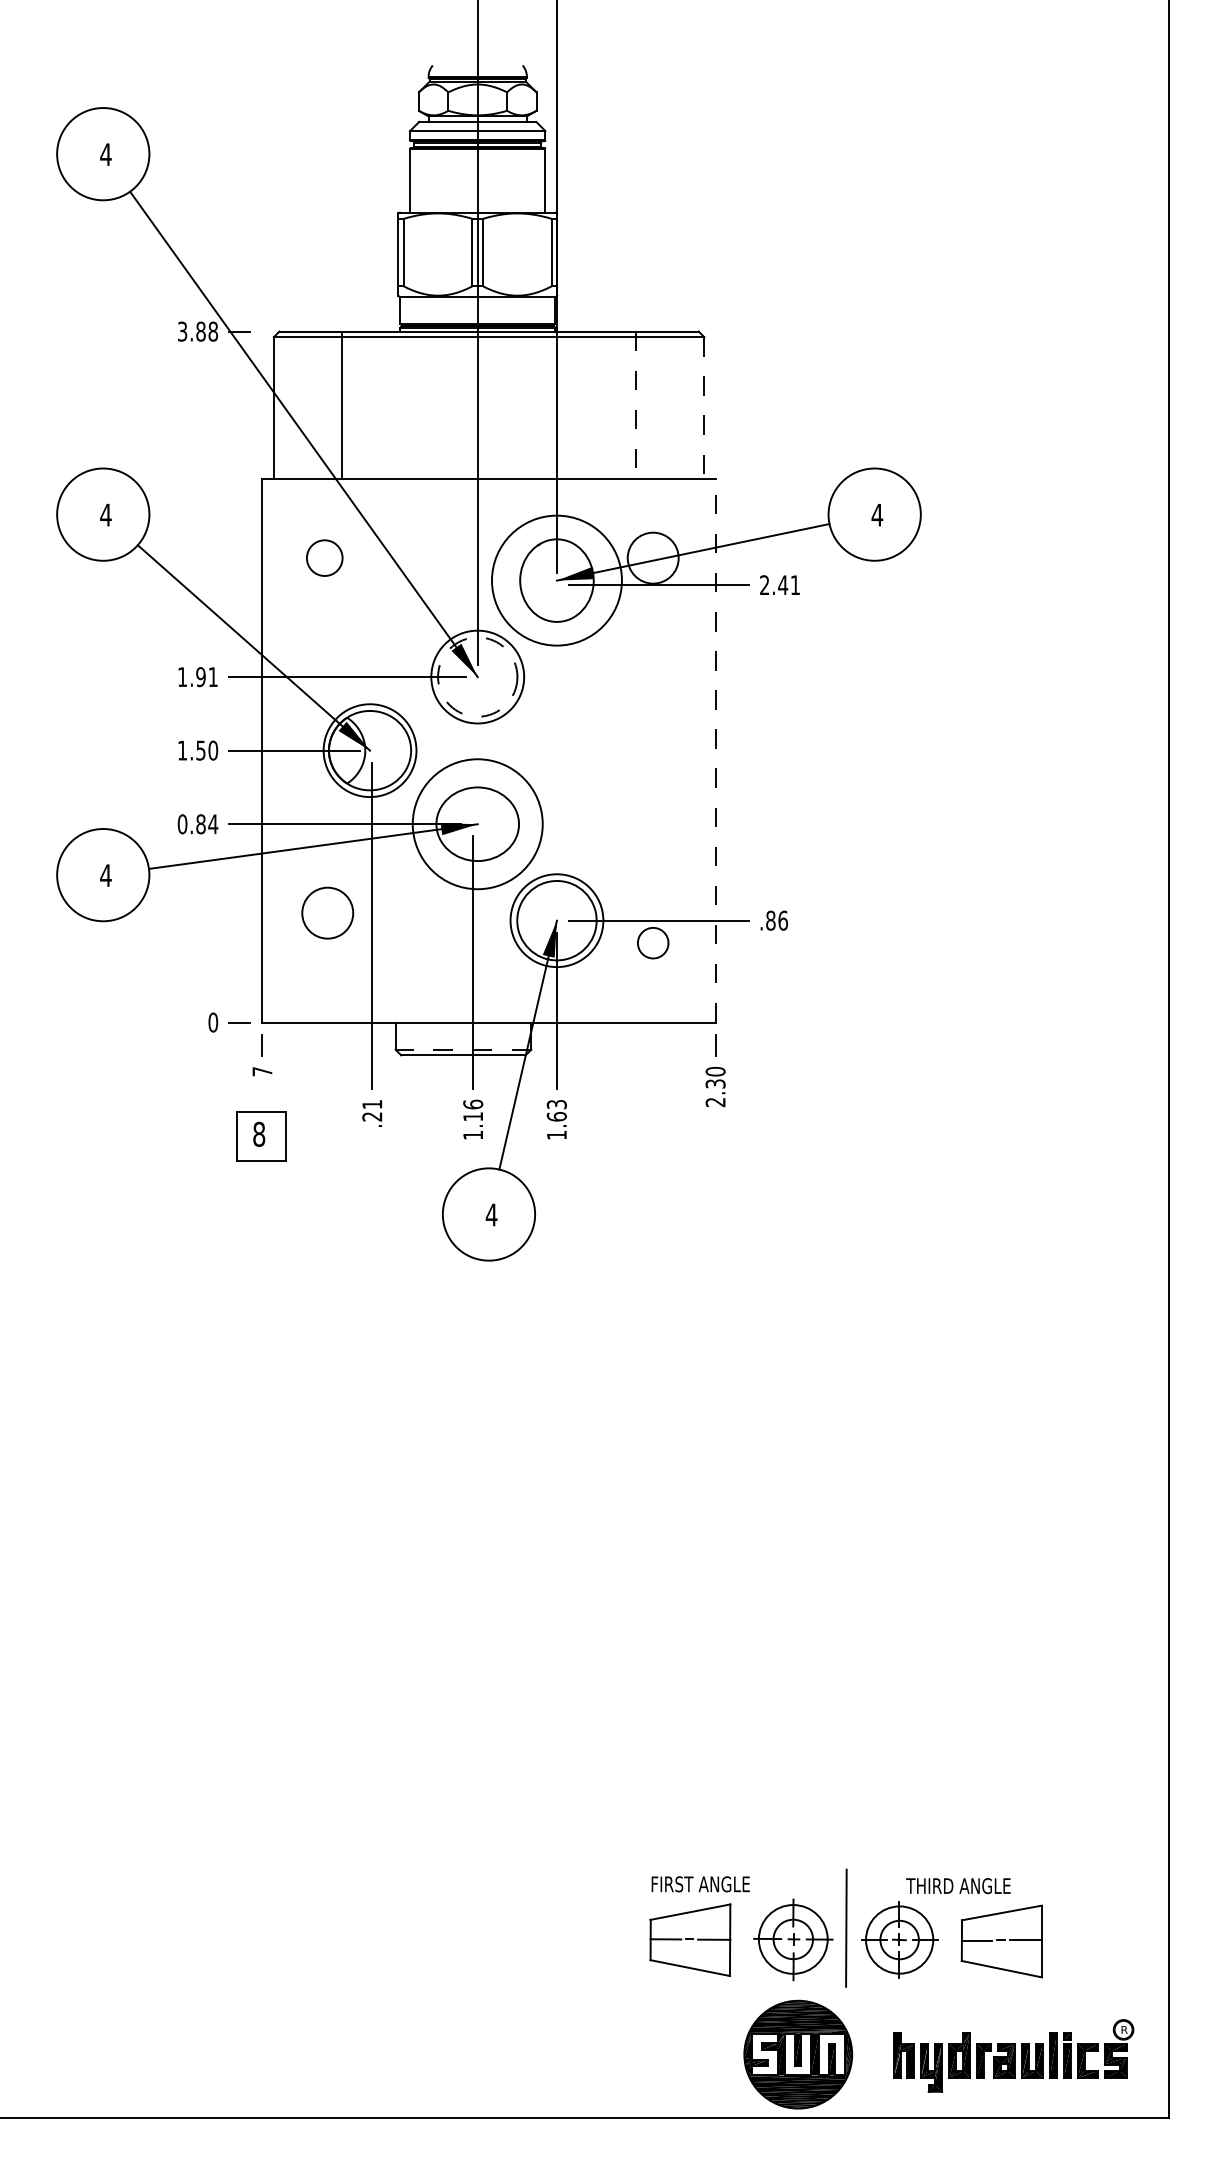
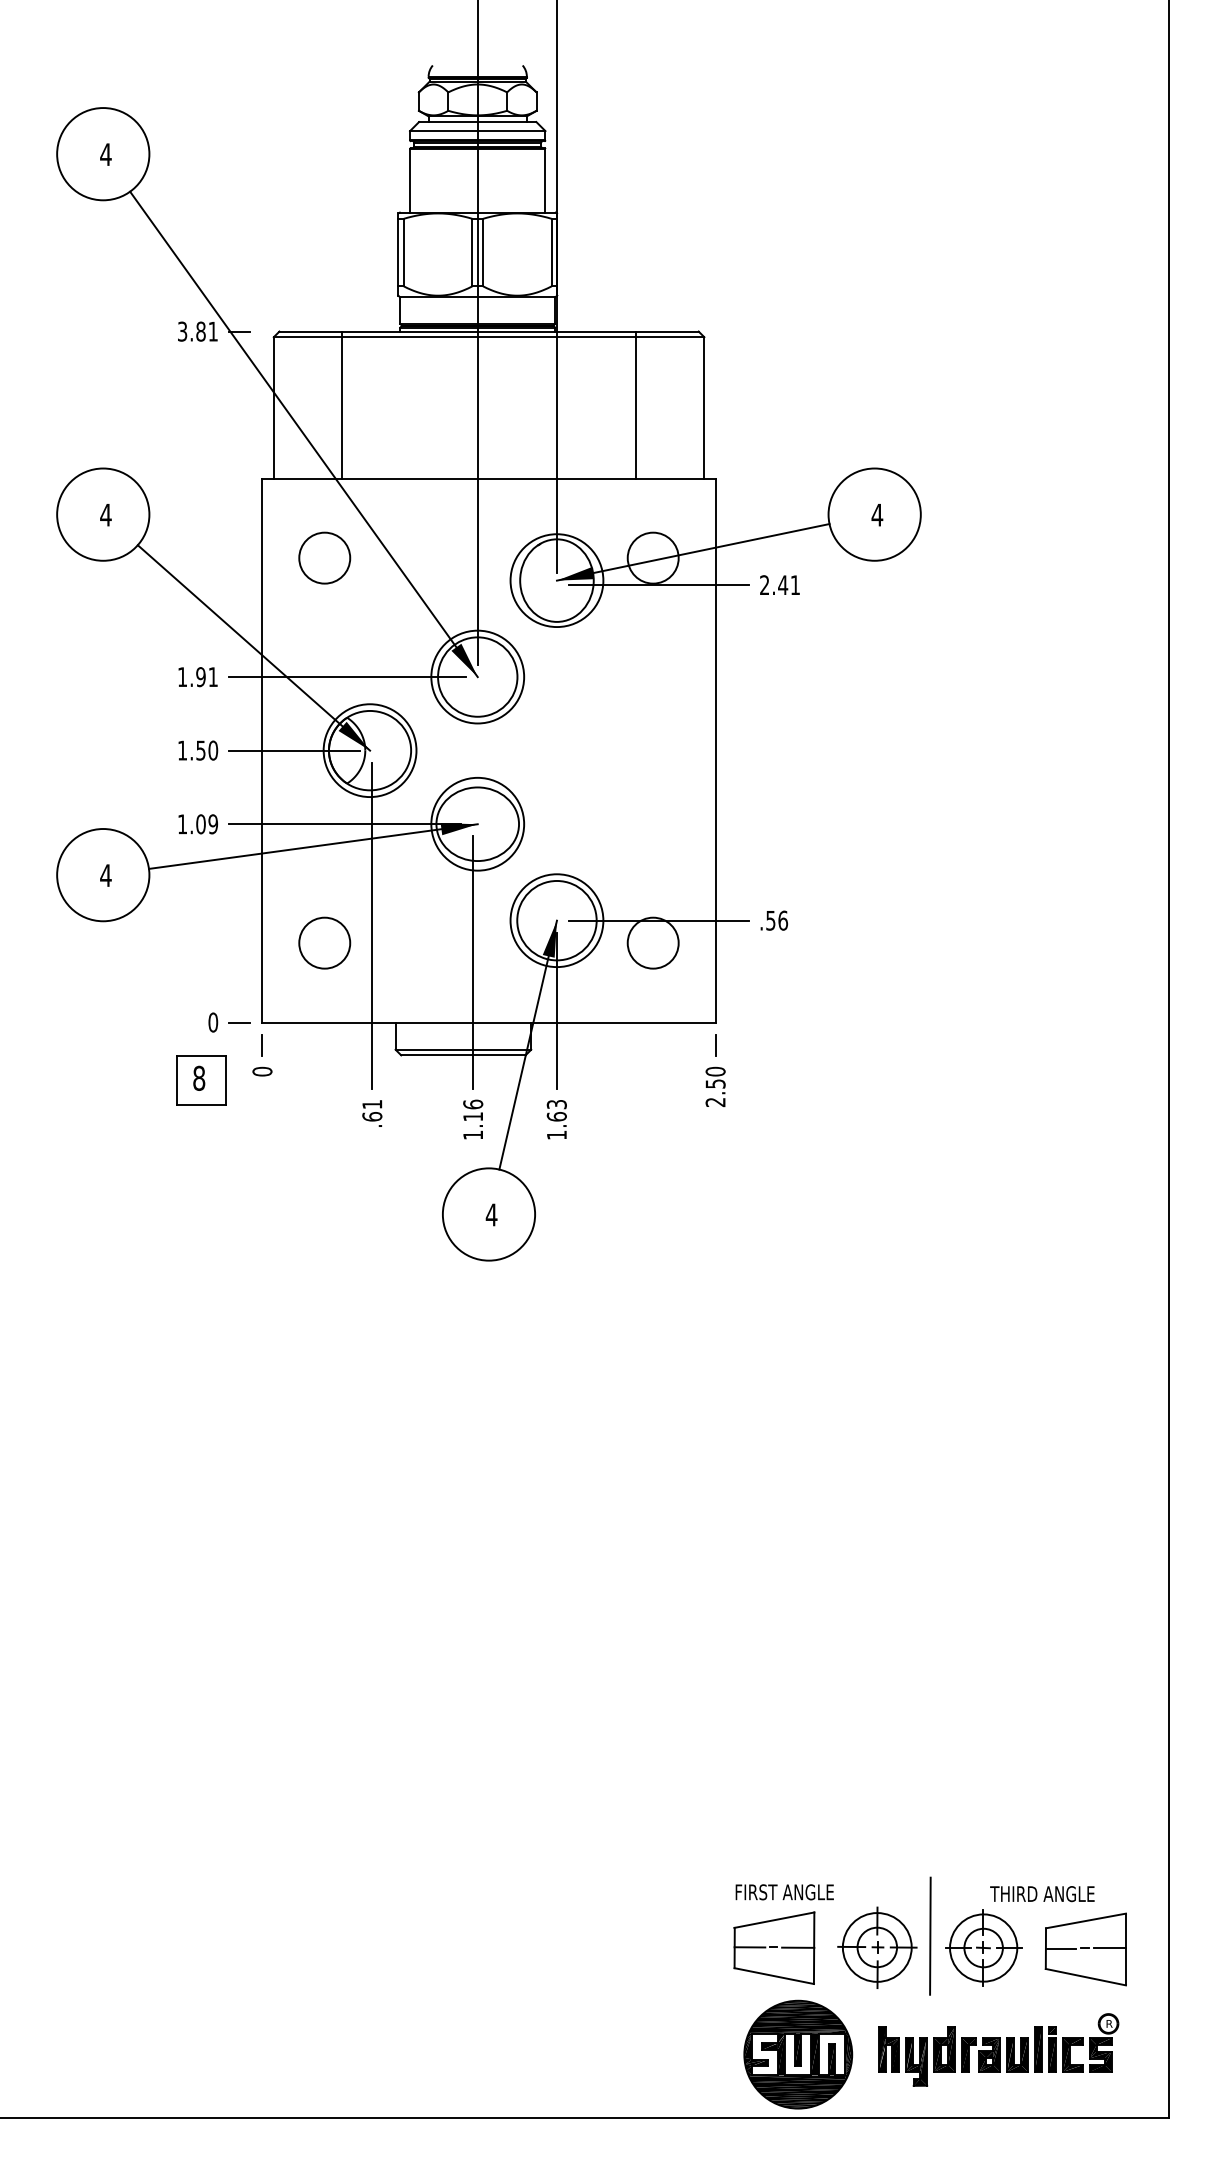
text at (213, 331): 3.88 -> 3.81
line at (636, 405): dashed -> solid
line at (704, 407): dashed -> solid
circle at (324, 557) diameter: 36 px -> 51 px
circle at (556, 580) diameter: 130 px -> 93 px
circle at (477, 676): dashed -> solid
line at (715, 750): dashed -> solid
text at (197, 824): 0.84 -> 1.09
circle at (477, 824) diameter: 130 px -> 93 px
circle at (327, 912) position: (327, 912) -> (324, 942)
text at (770, 920): .86 -> .56
circle at (652, 942) diameter: 31 px -> 51 px
line at (463, 1049): dashed -> solid
text at (262, 1071): 7 -> 0
text at (714, 1083): 2.30 -> 2.50
text at (372, 1116): .21 -> .61
part at (261, 1136) position: (261, 1136) -> (201, 1080)
part at (845, 1927) position: (845, 1927) -> (929, 1935)
part at (1013, 2055) position: (1013, 2055) -> (998, 2049)
